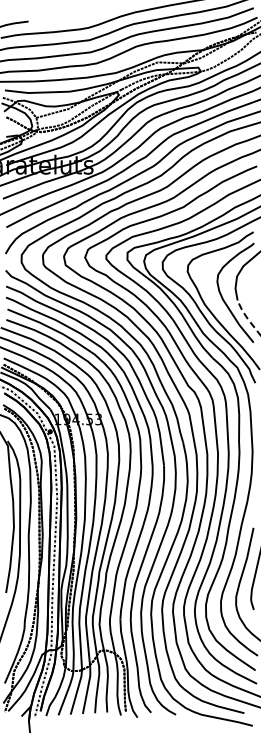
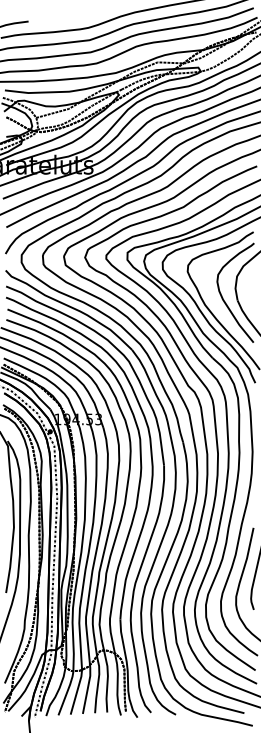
line at (247, 318): dashed -> solid
